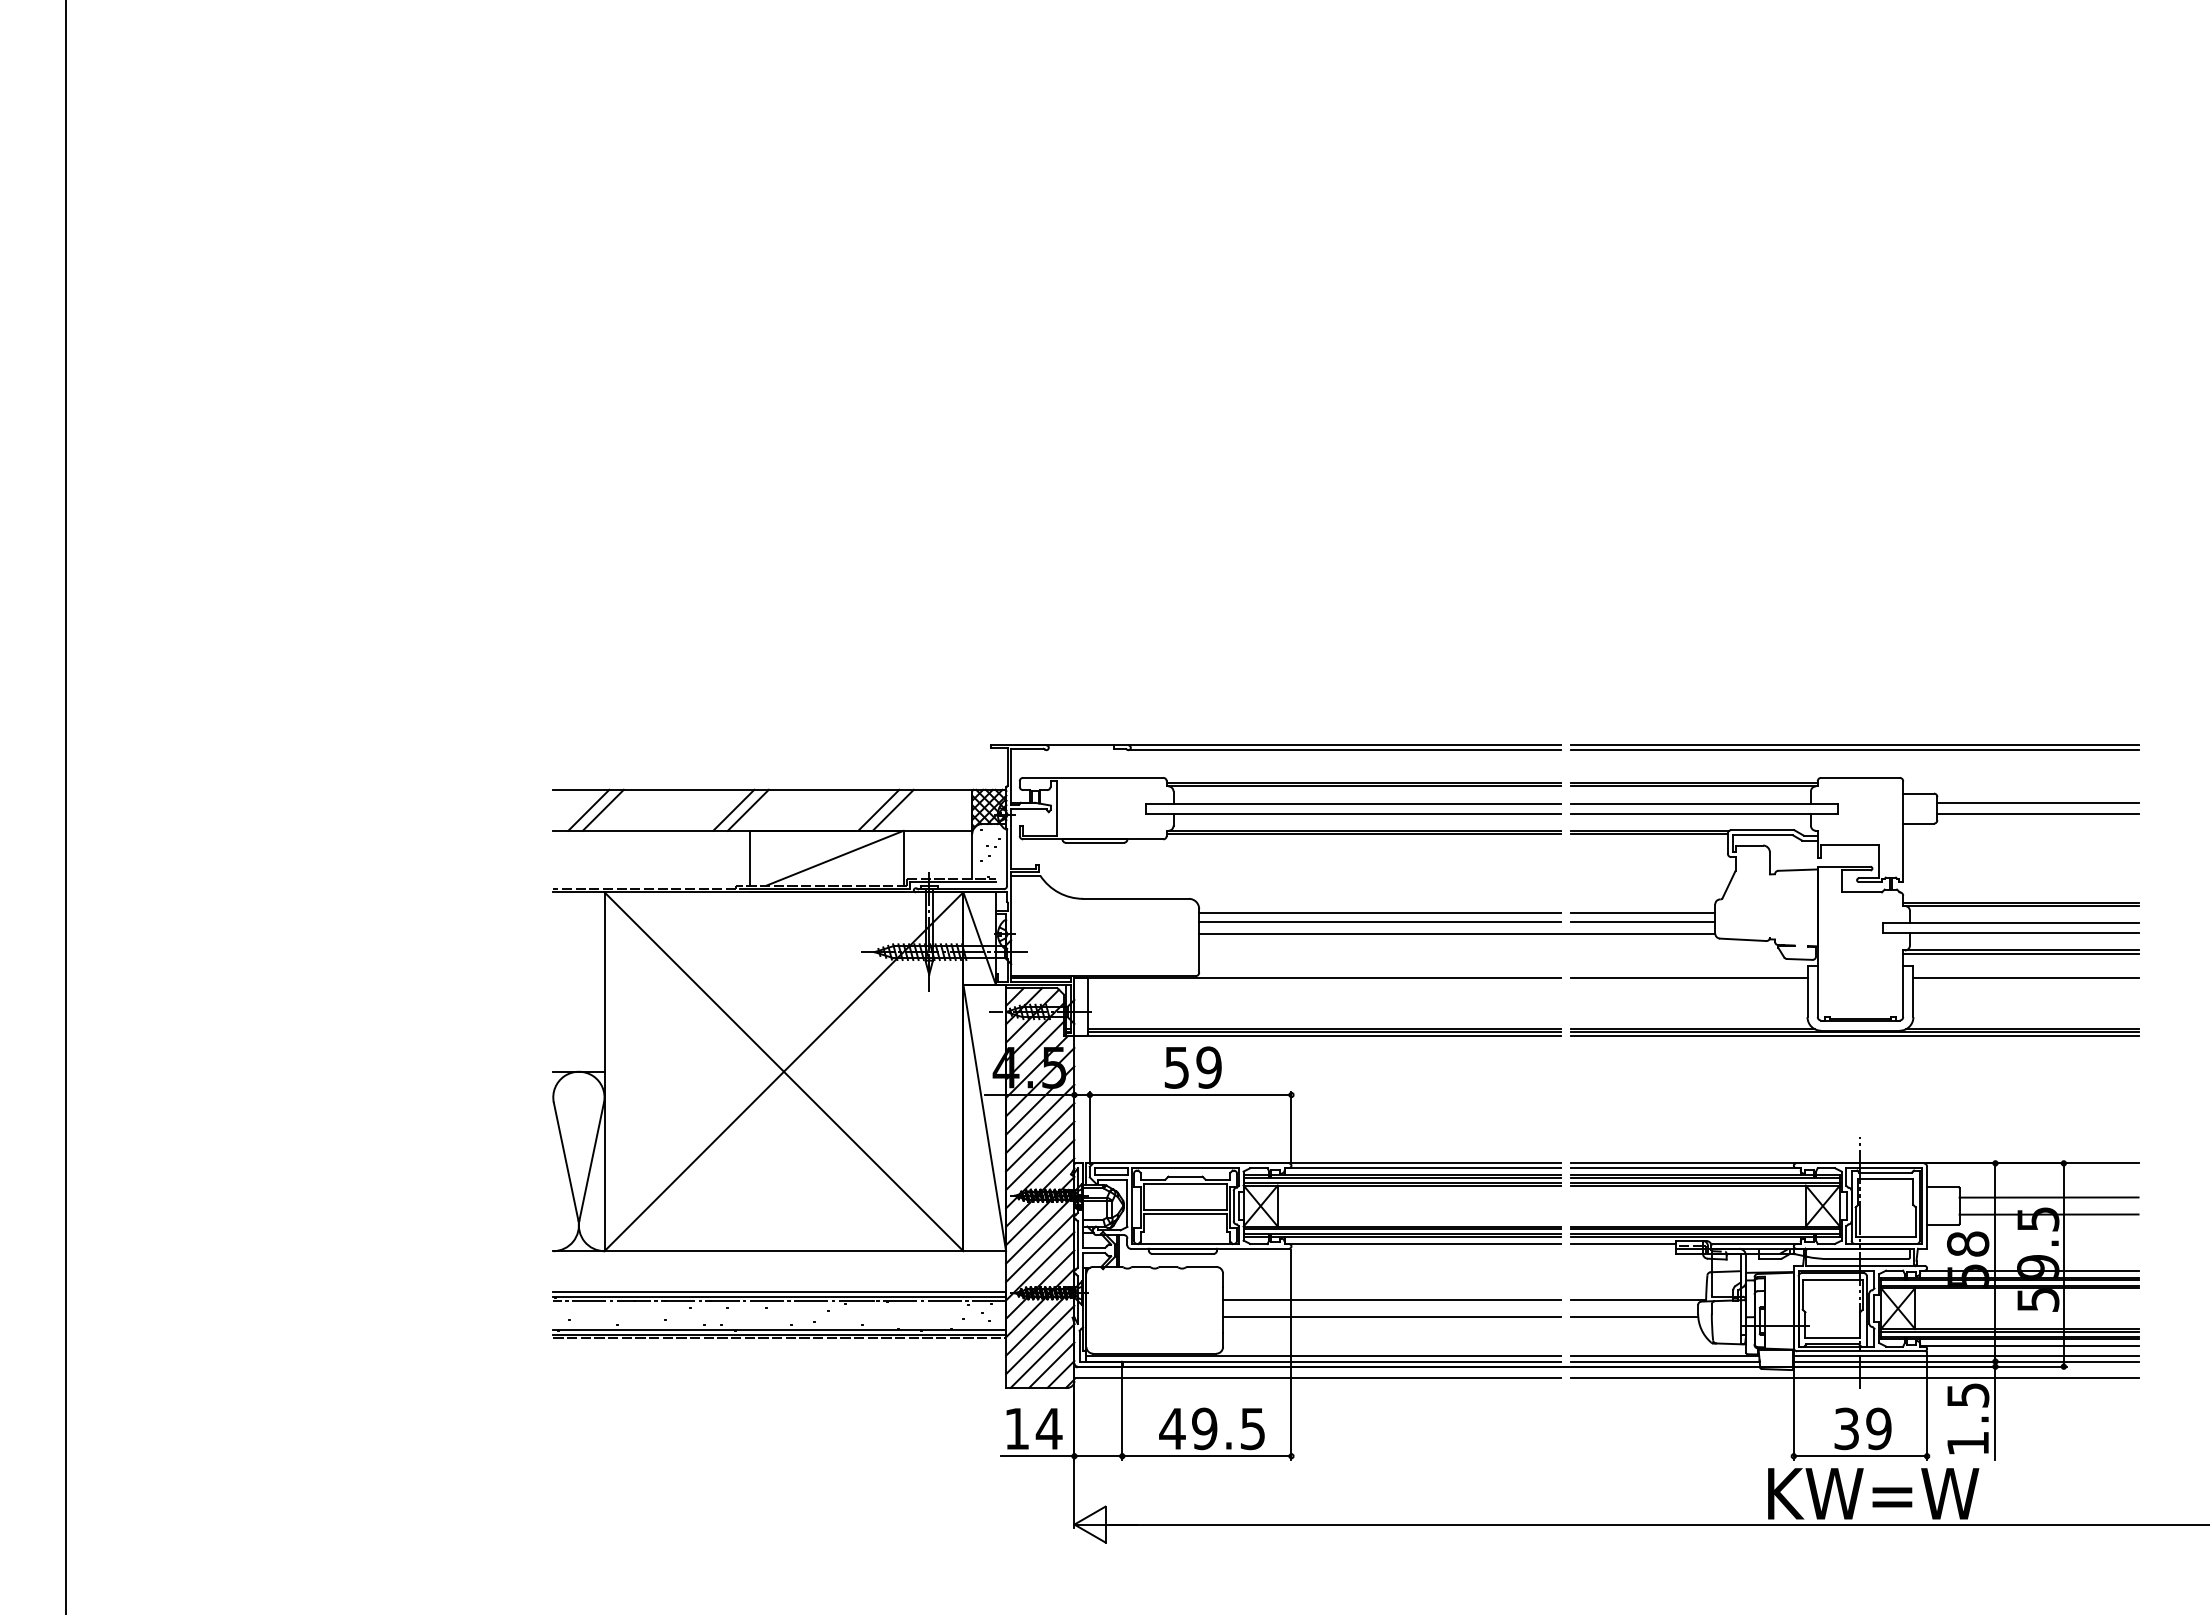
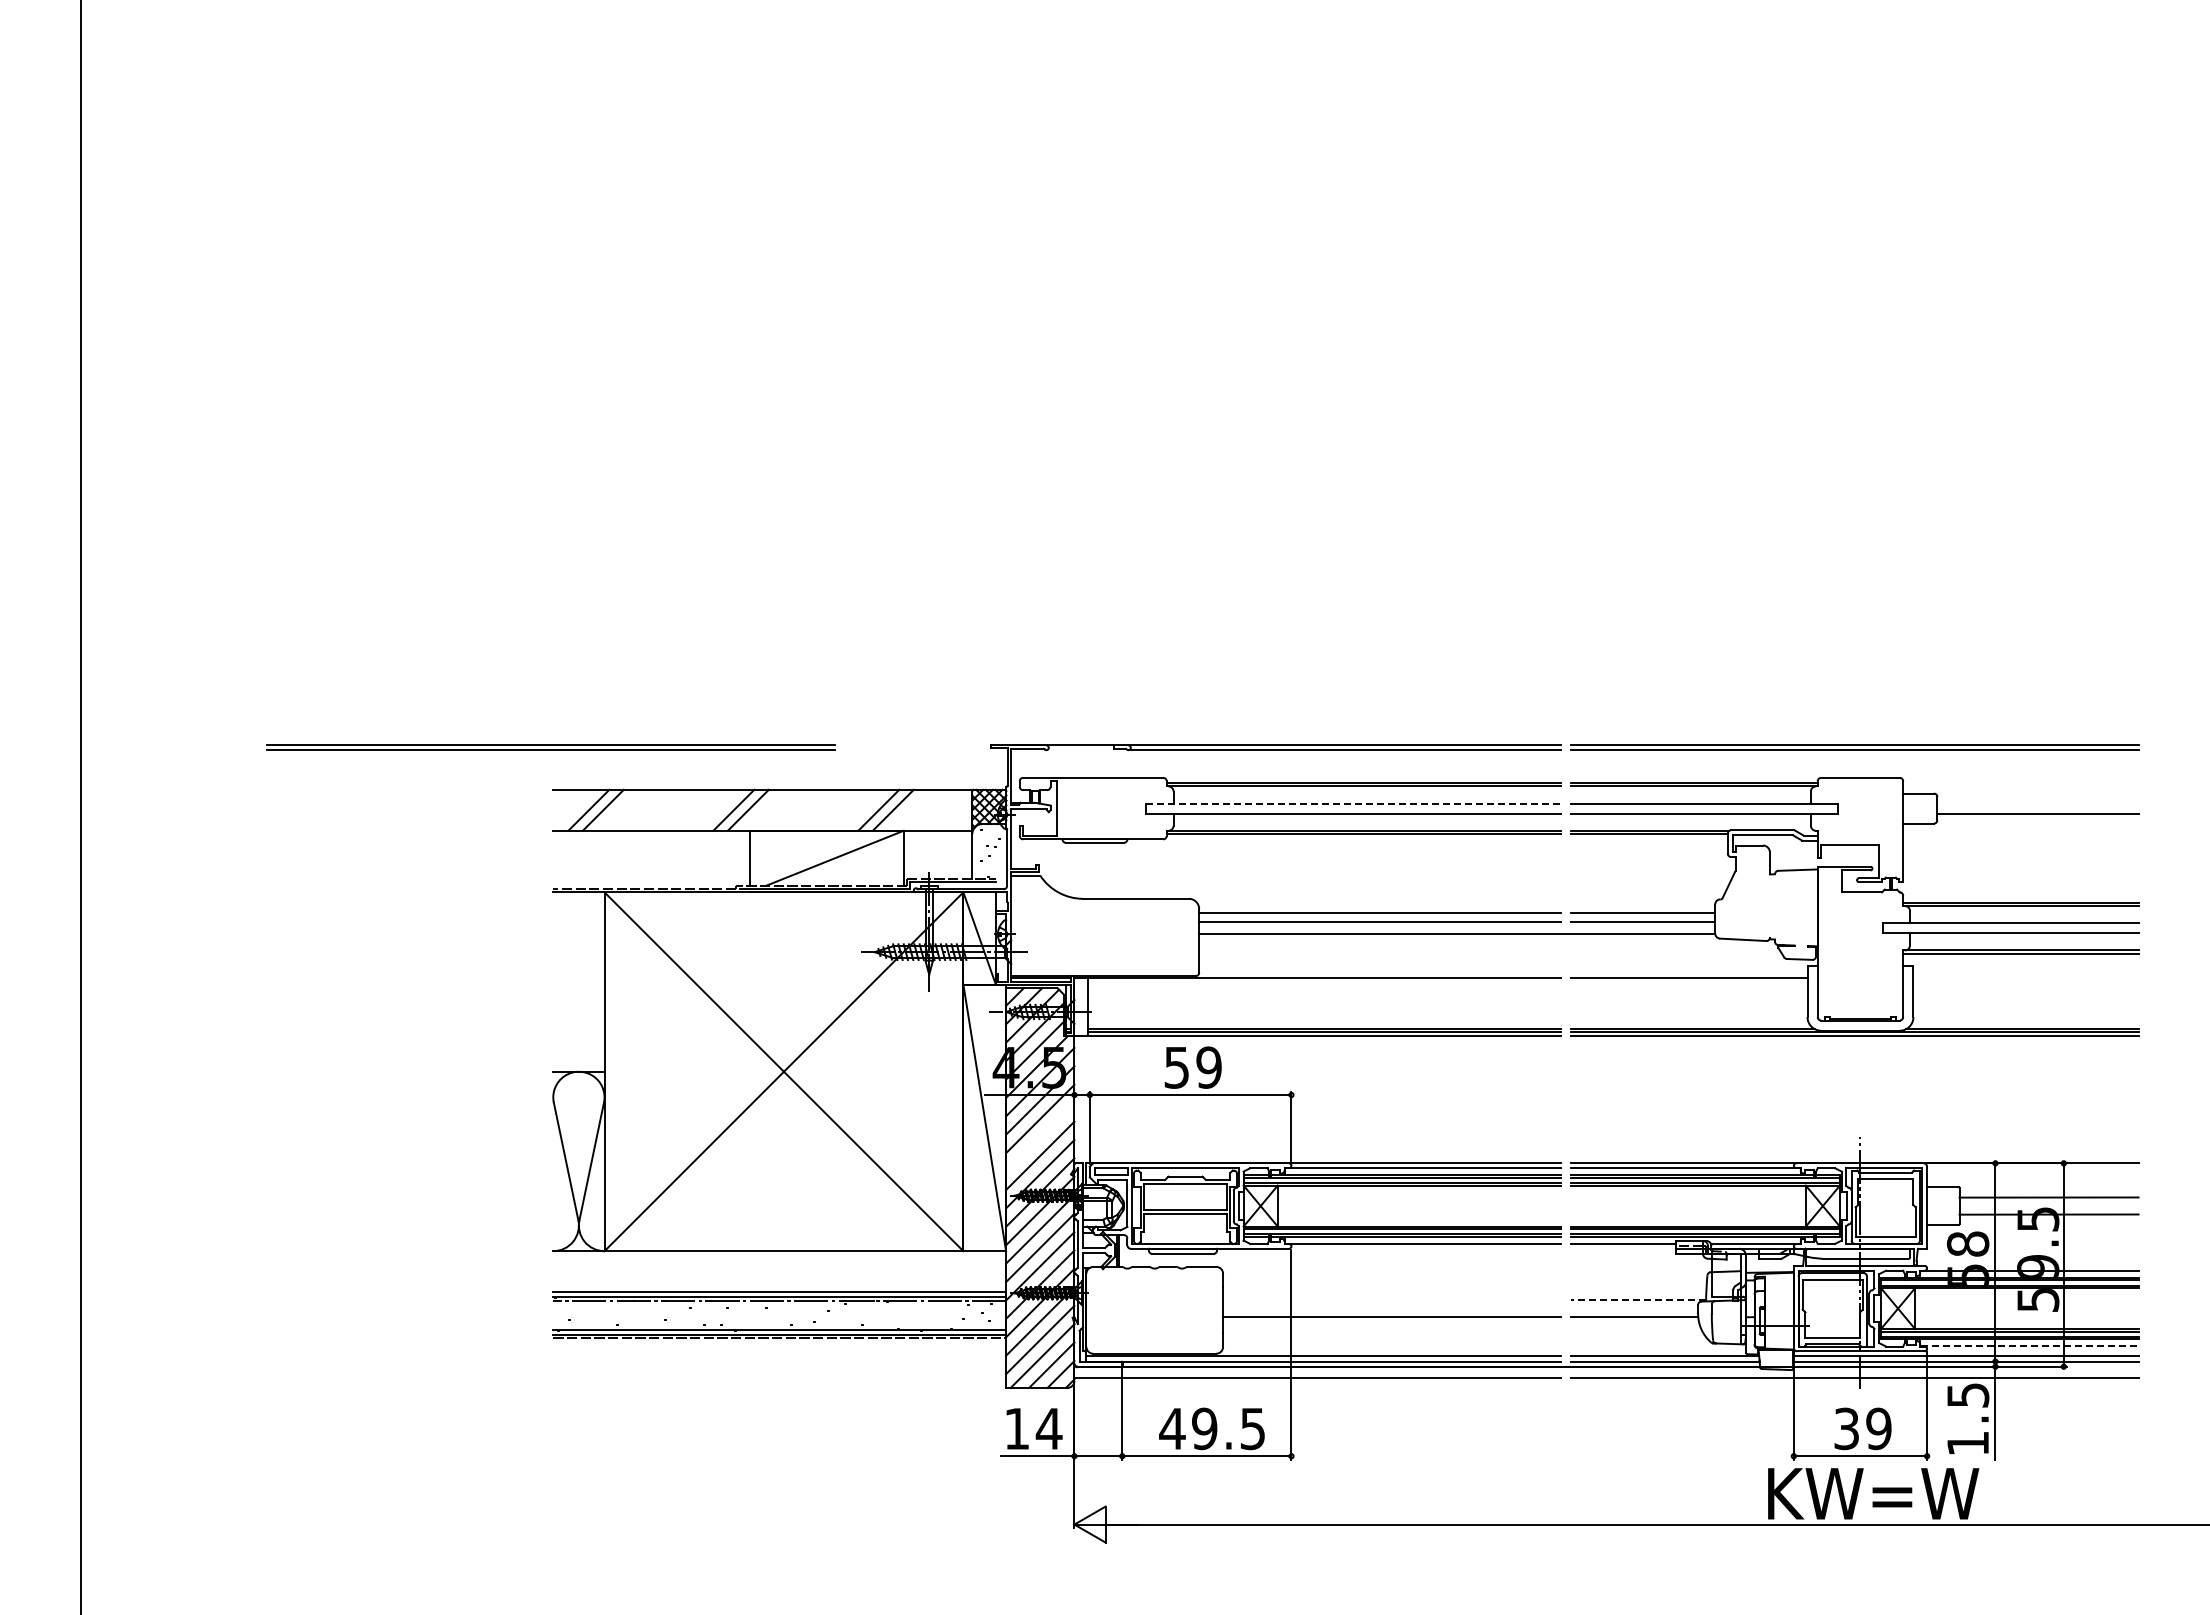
part at (550, 747): none -> present
line at (2037, 802): present -> none
line at (1353, 803): solid -> dashed
line at (66, 806) position: (66, 806) -> (81, 806)
line at (2025, 977): present -> none
line at (1040, 1137): present -> none
line at (1391, 1300): present -> none
line at (1638, 1300): solid -> dashed
line at (2029, 1346): solid -> dashed
